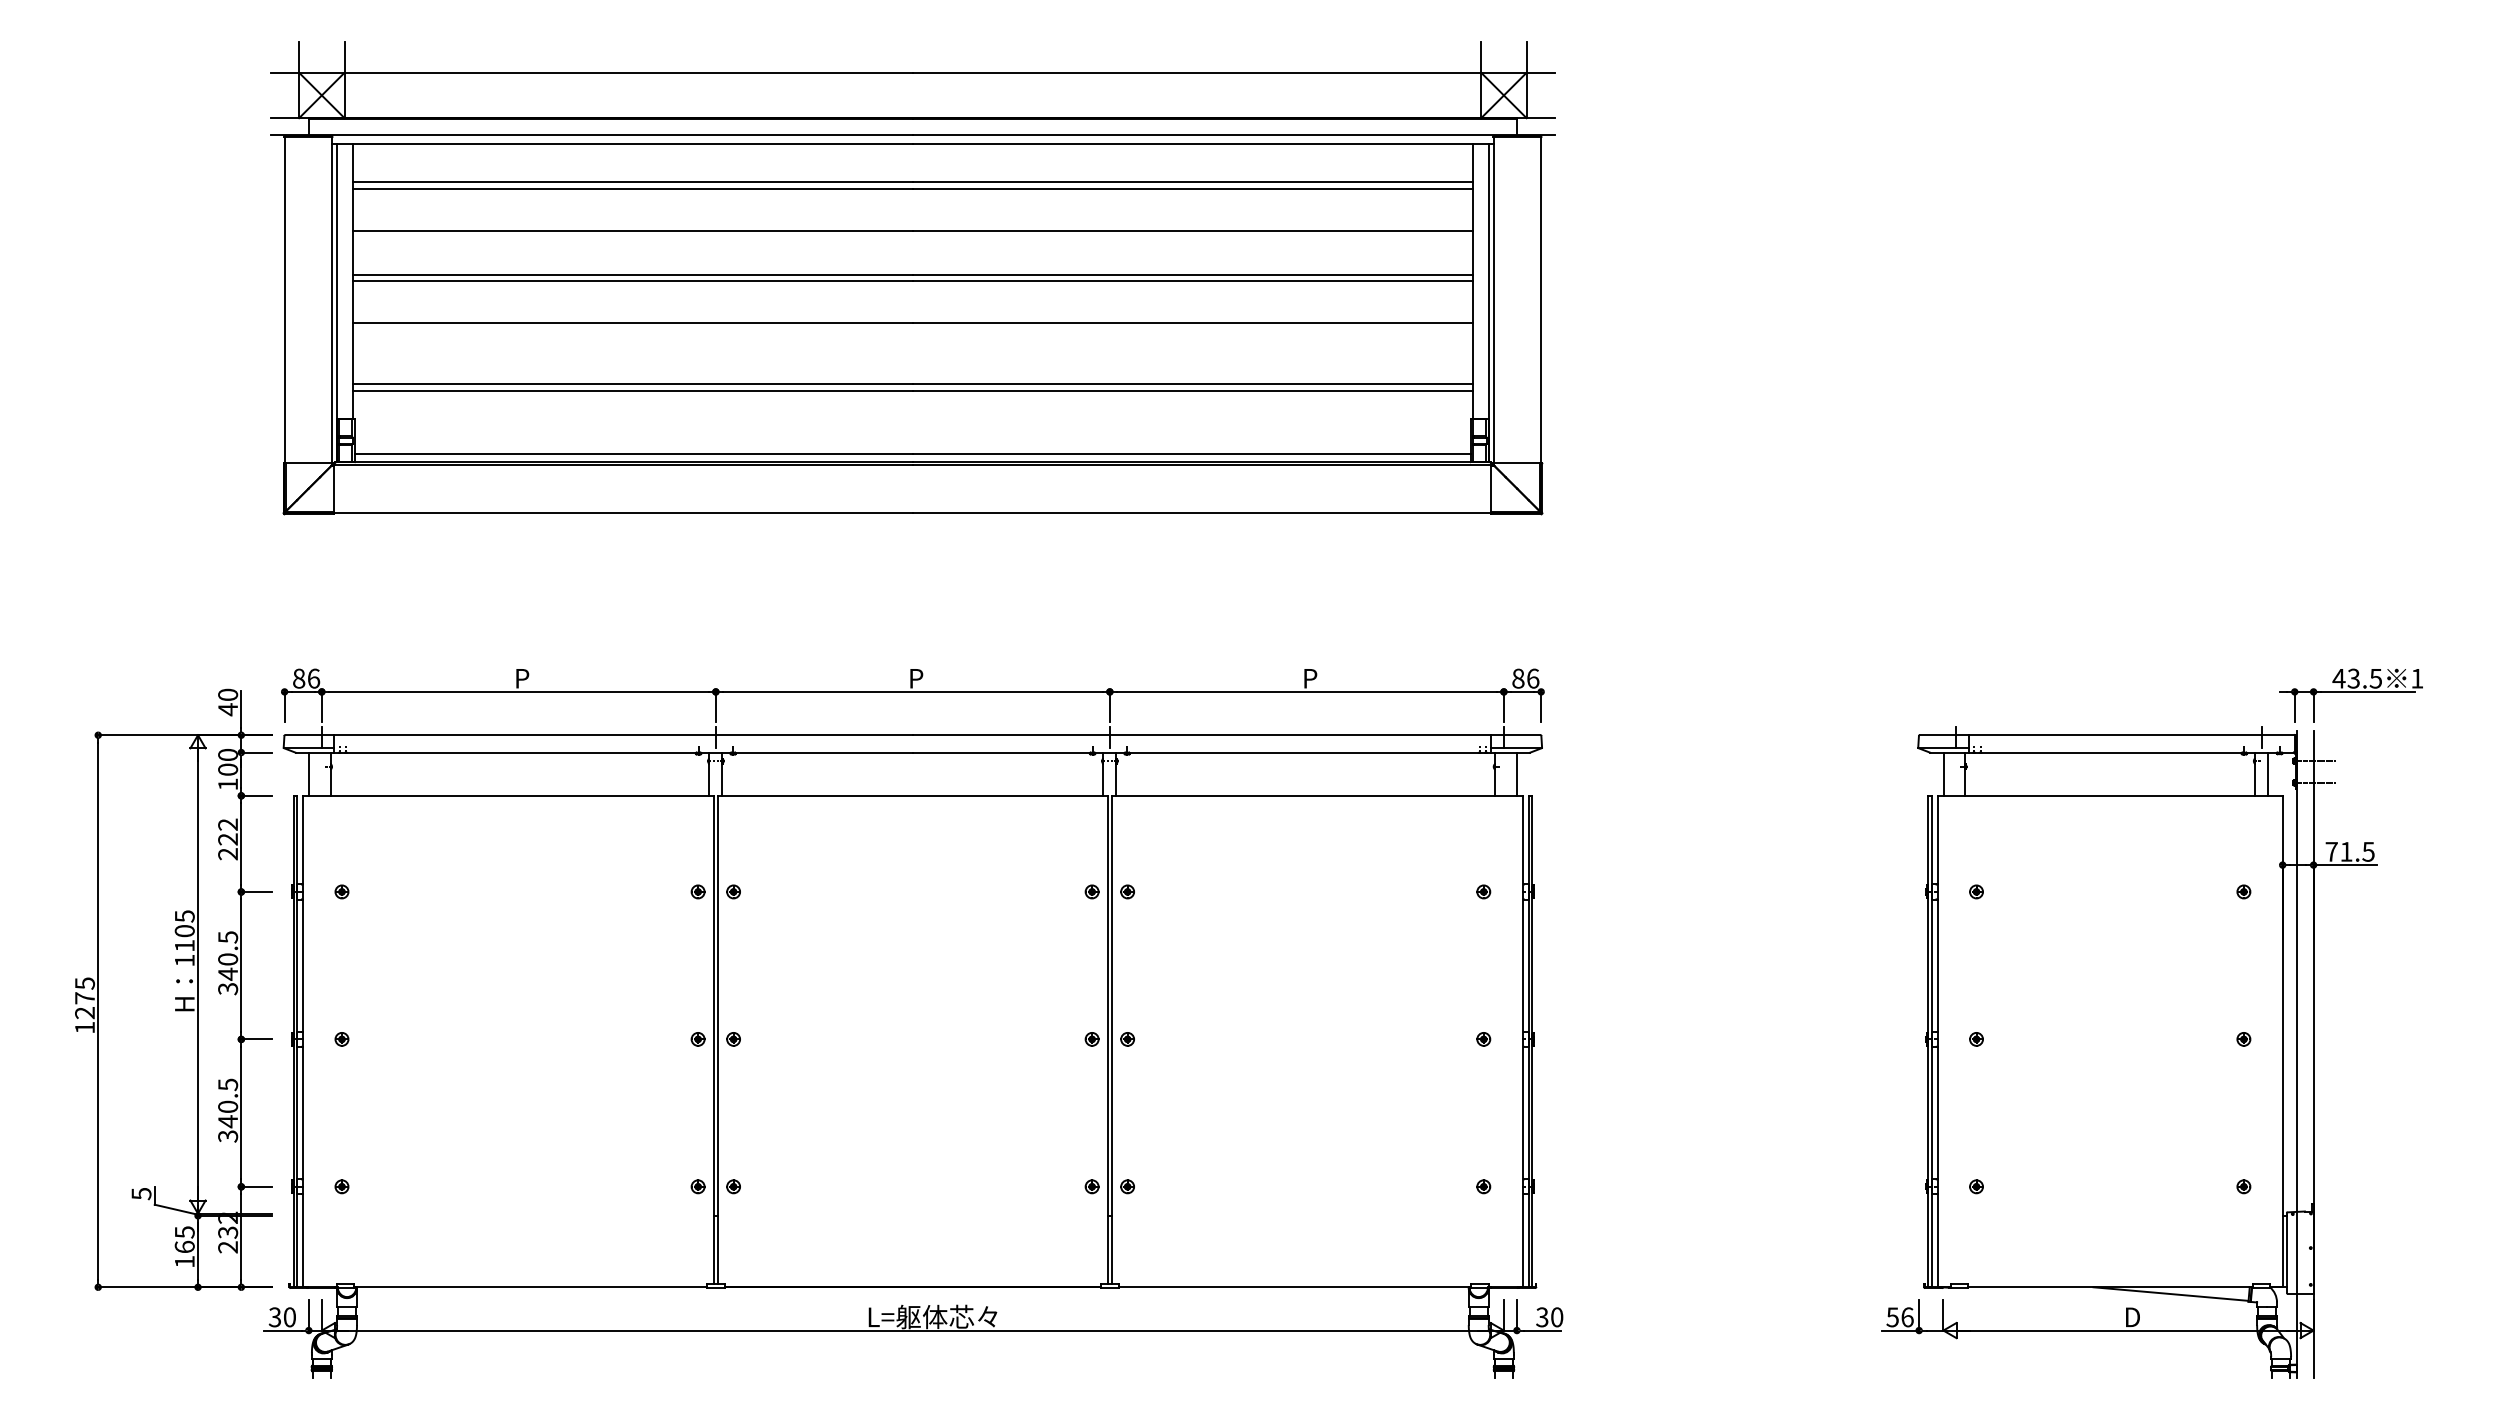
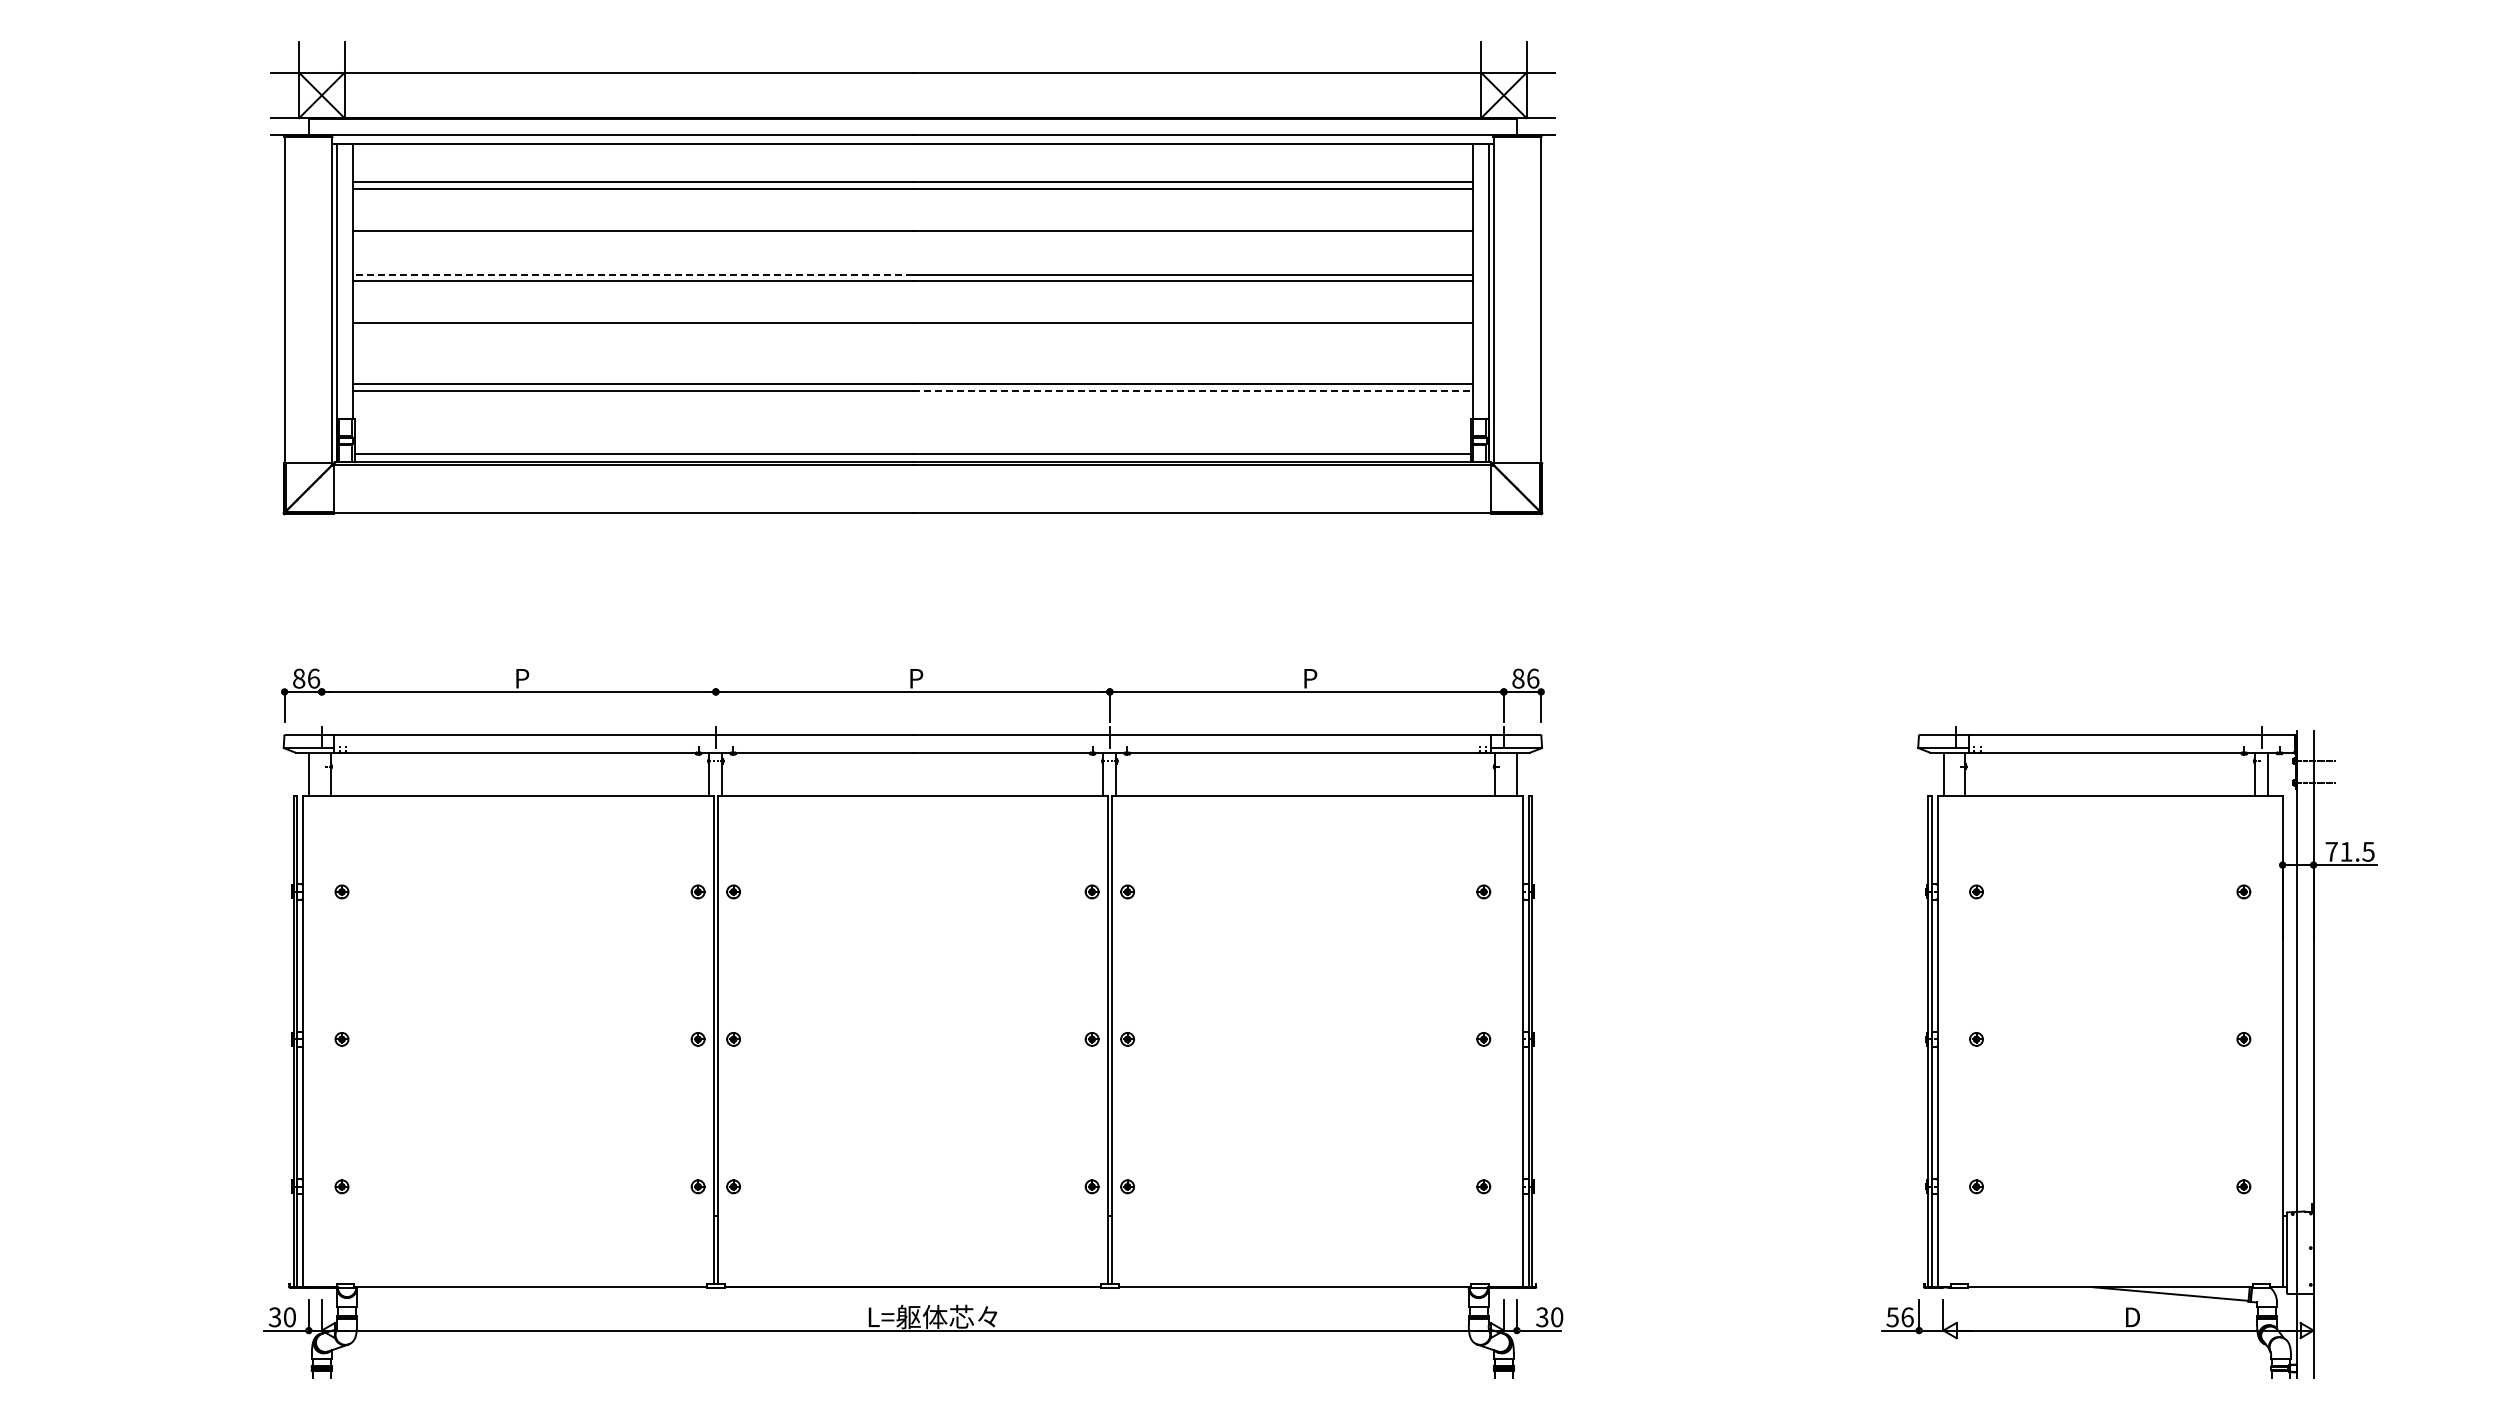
line at (632, 274): solid -> dashed
line at (1193, 390): solid -> dashed
part at (2350, 695): present -> none
line at (321, 706): present -> none
line at (715, 706): present -> none
part at (173, 989): present -> none
